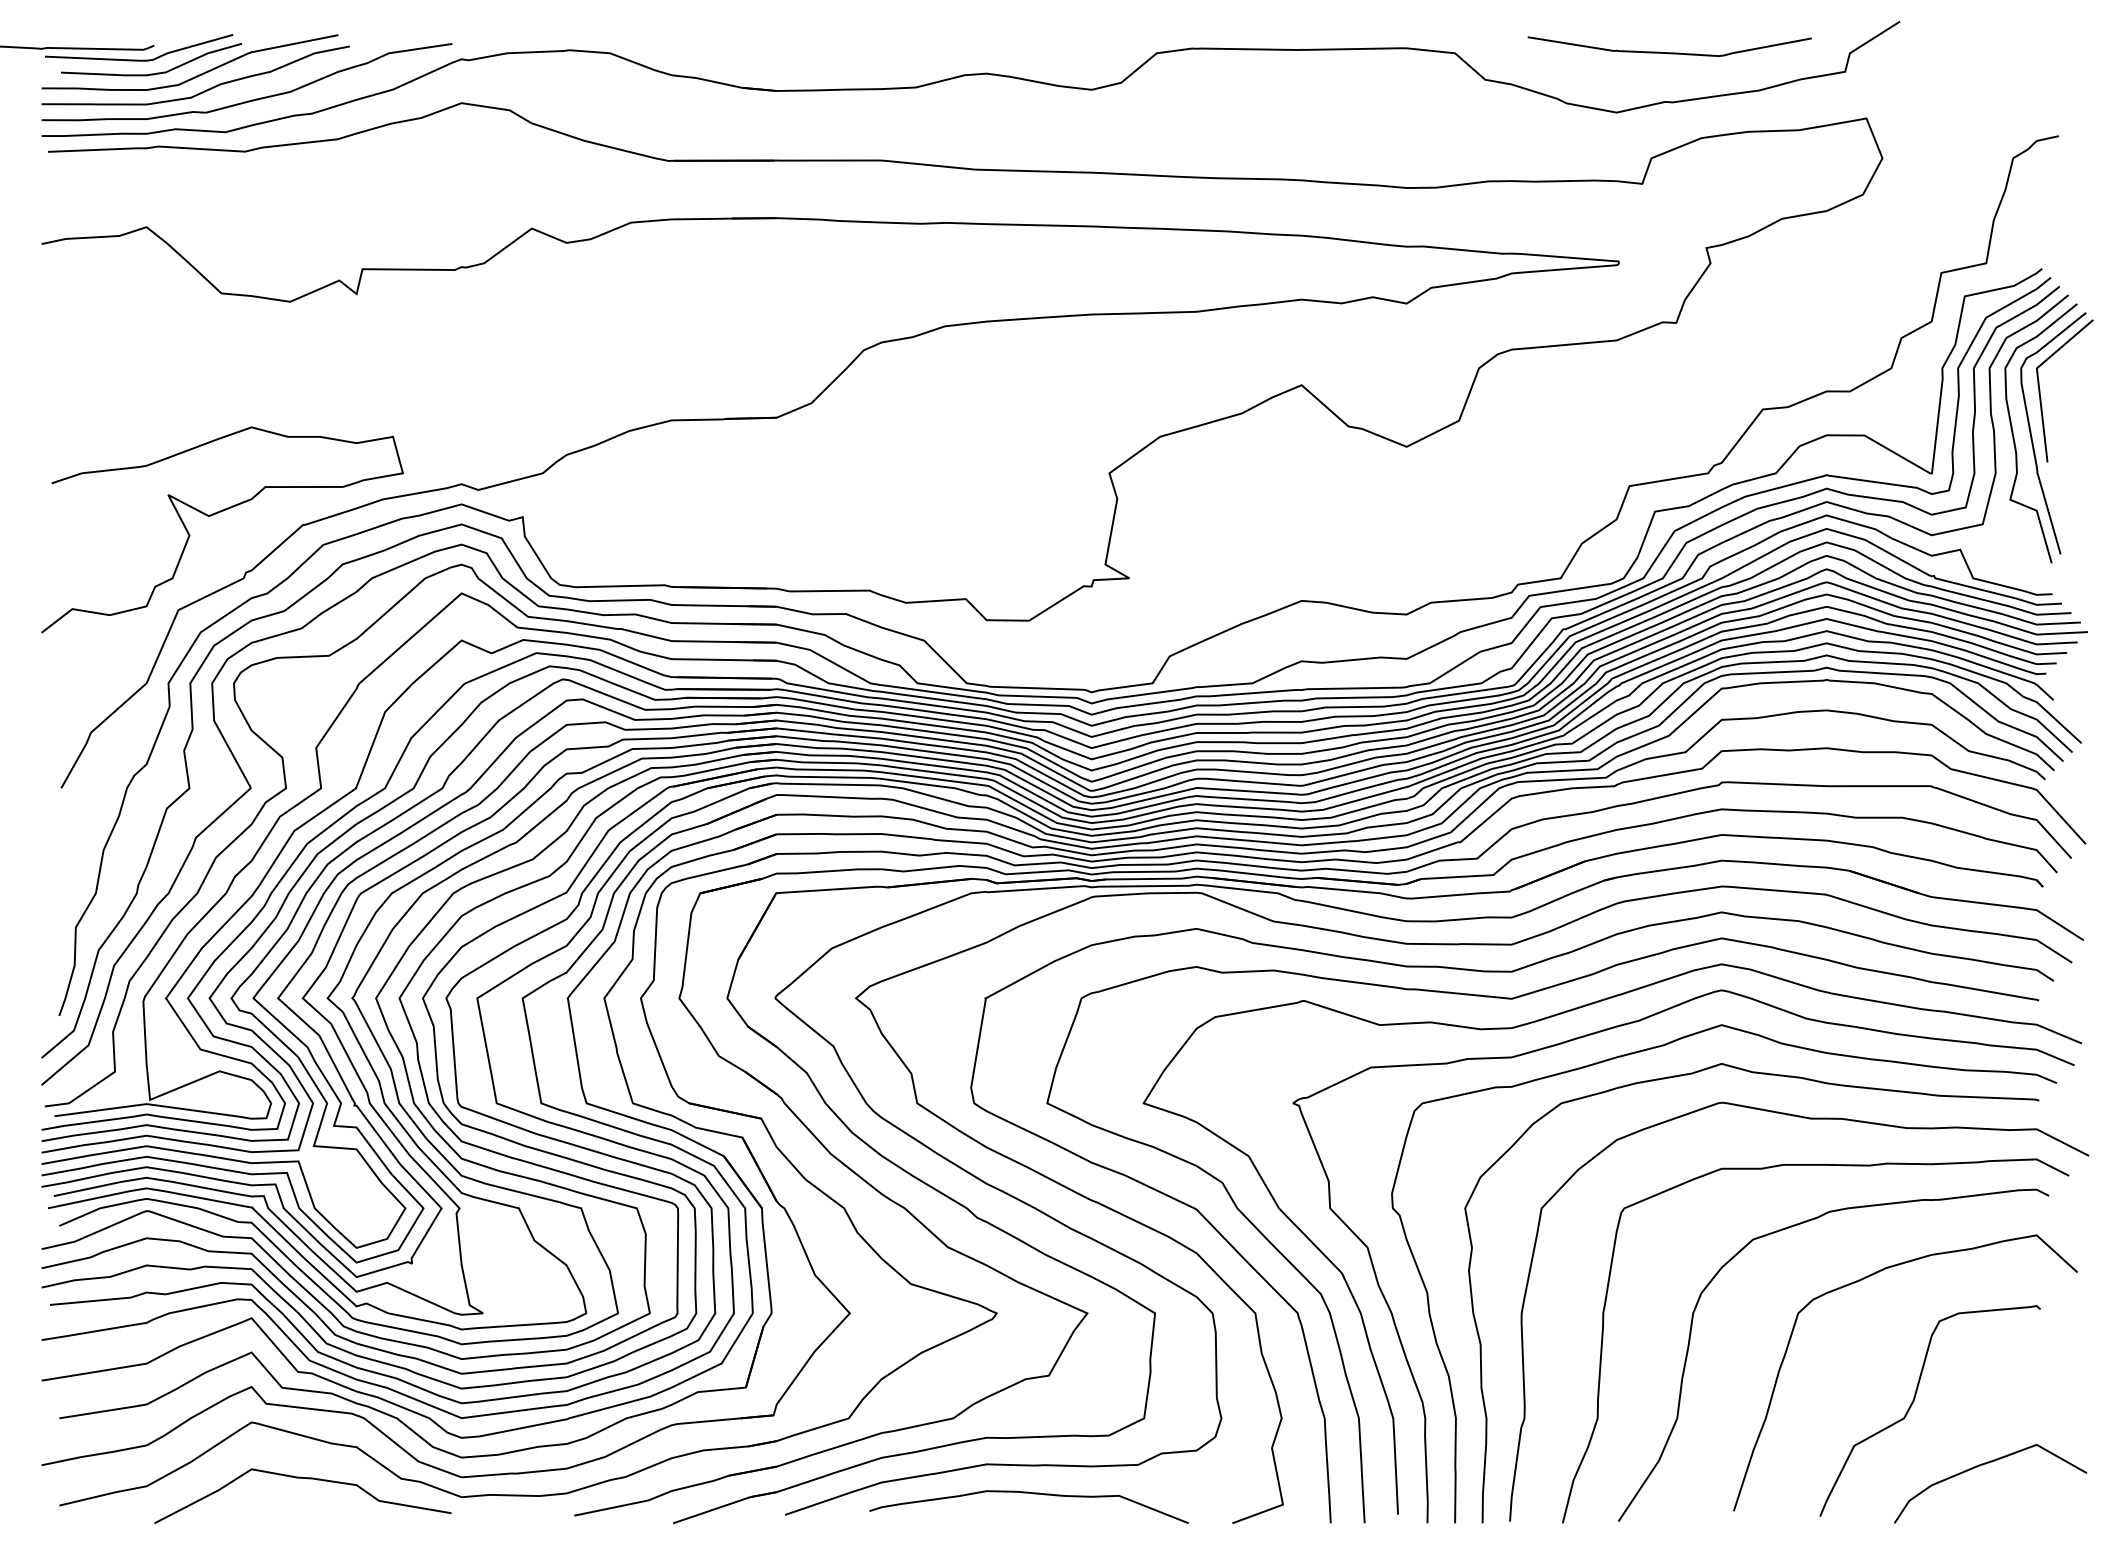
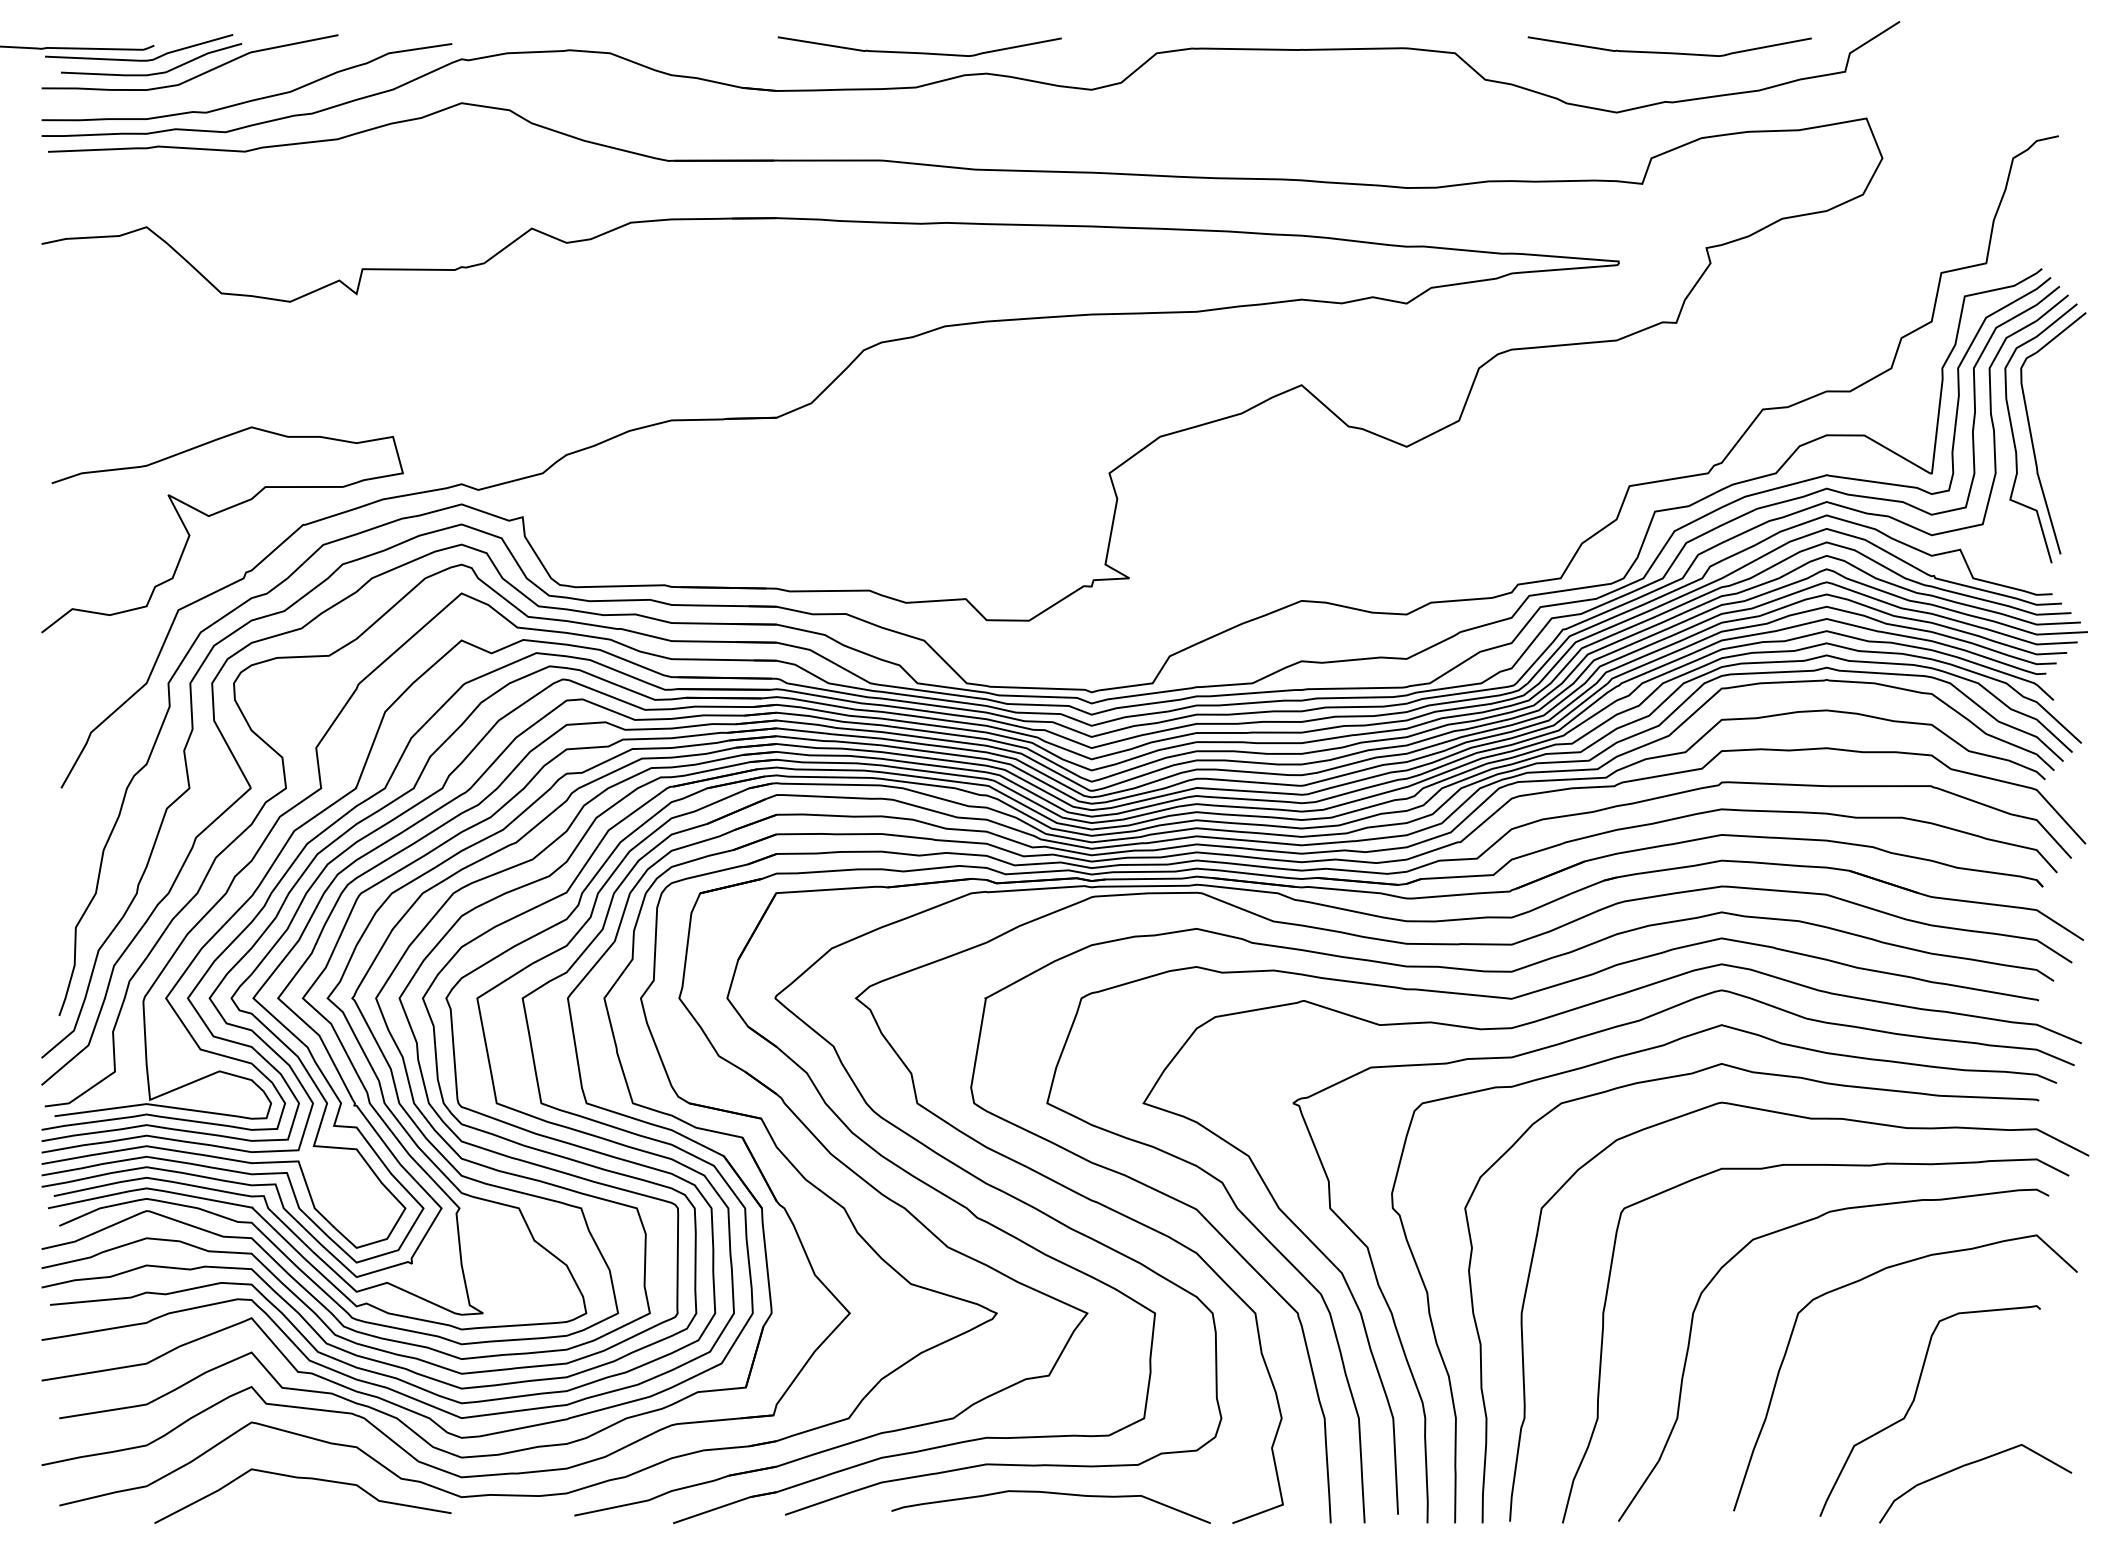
curve at (919, 52): none -> present
curve at (202, 91): present -> none
line at (2040, 390): present -> none
curve at (1983, 1465) position: (1983, 1465) -> (1968, 1465)
curve at (1028, 1493) position: (1028, 1493) -> (1050, 1493)
